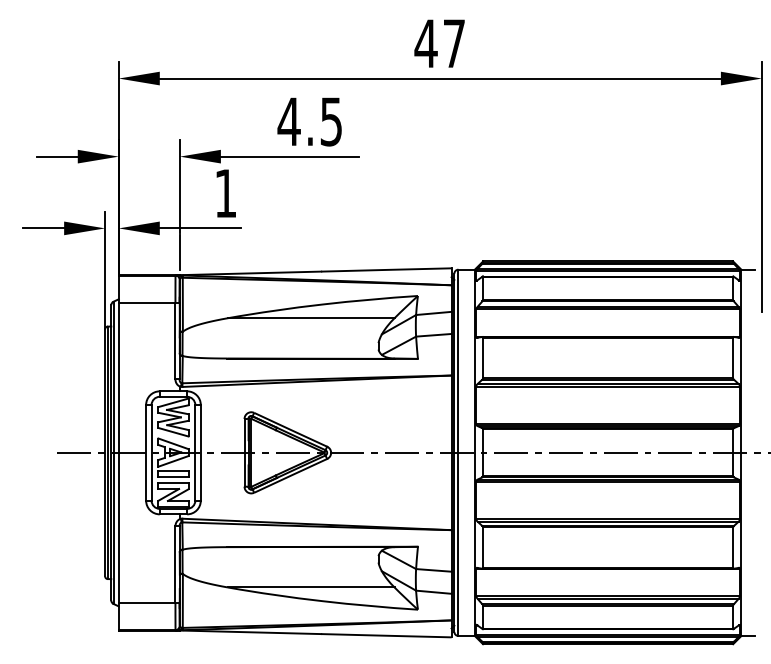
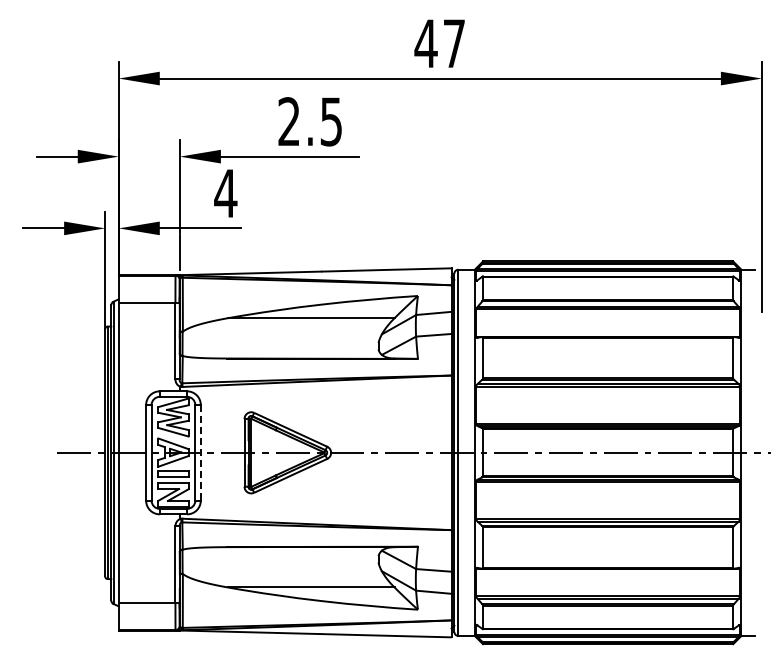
text at (288, 121): 4.5 -> 2.5
text at (225, 193): 1 -> 4
line at (200, 452): solid -> dashed
